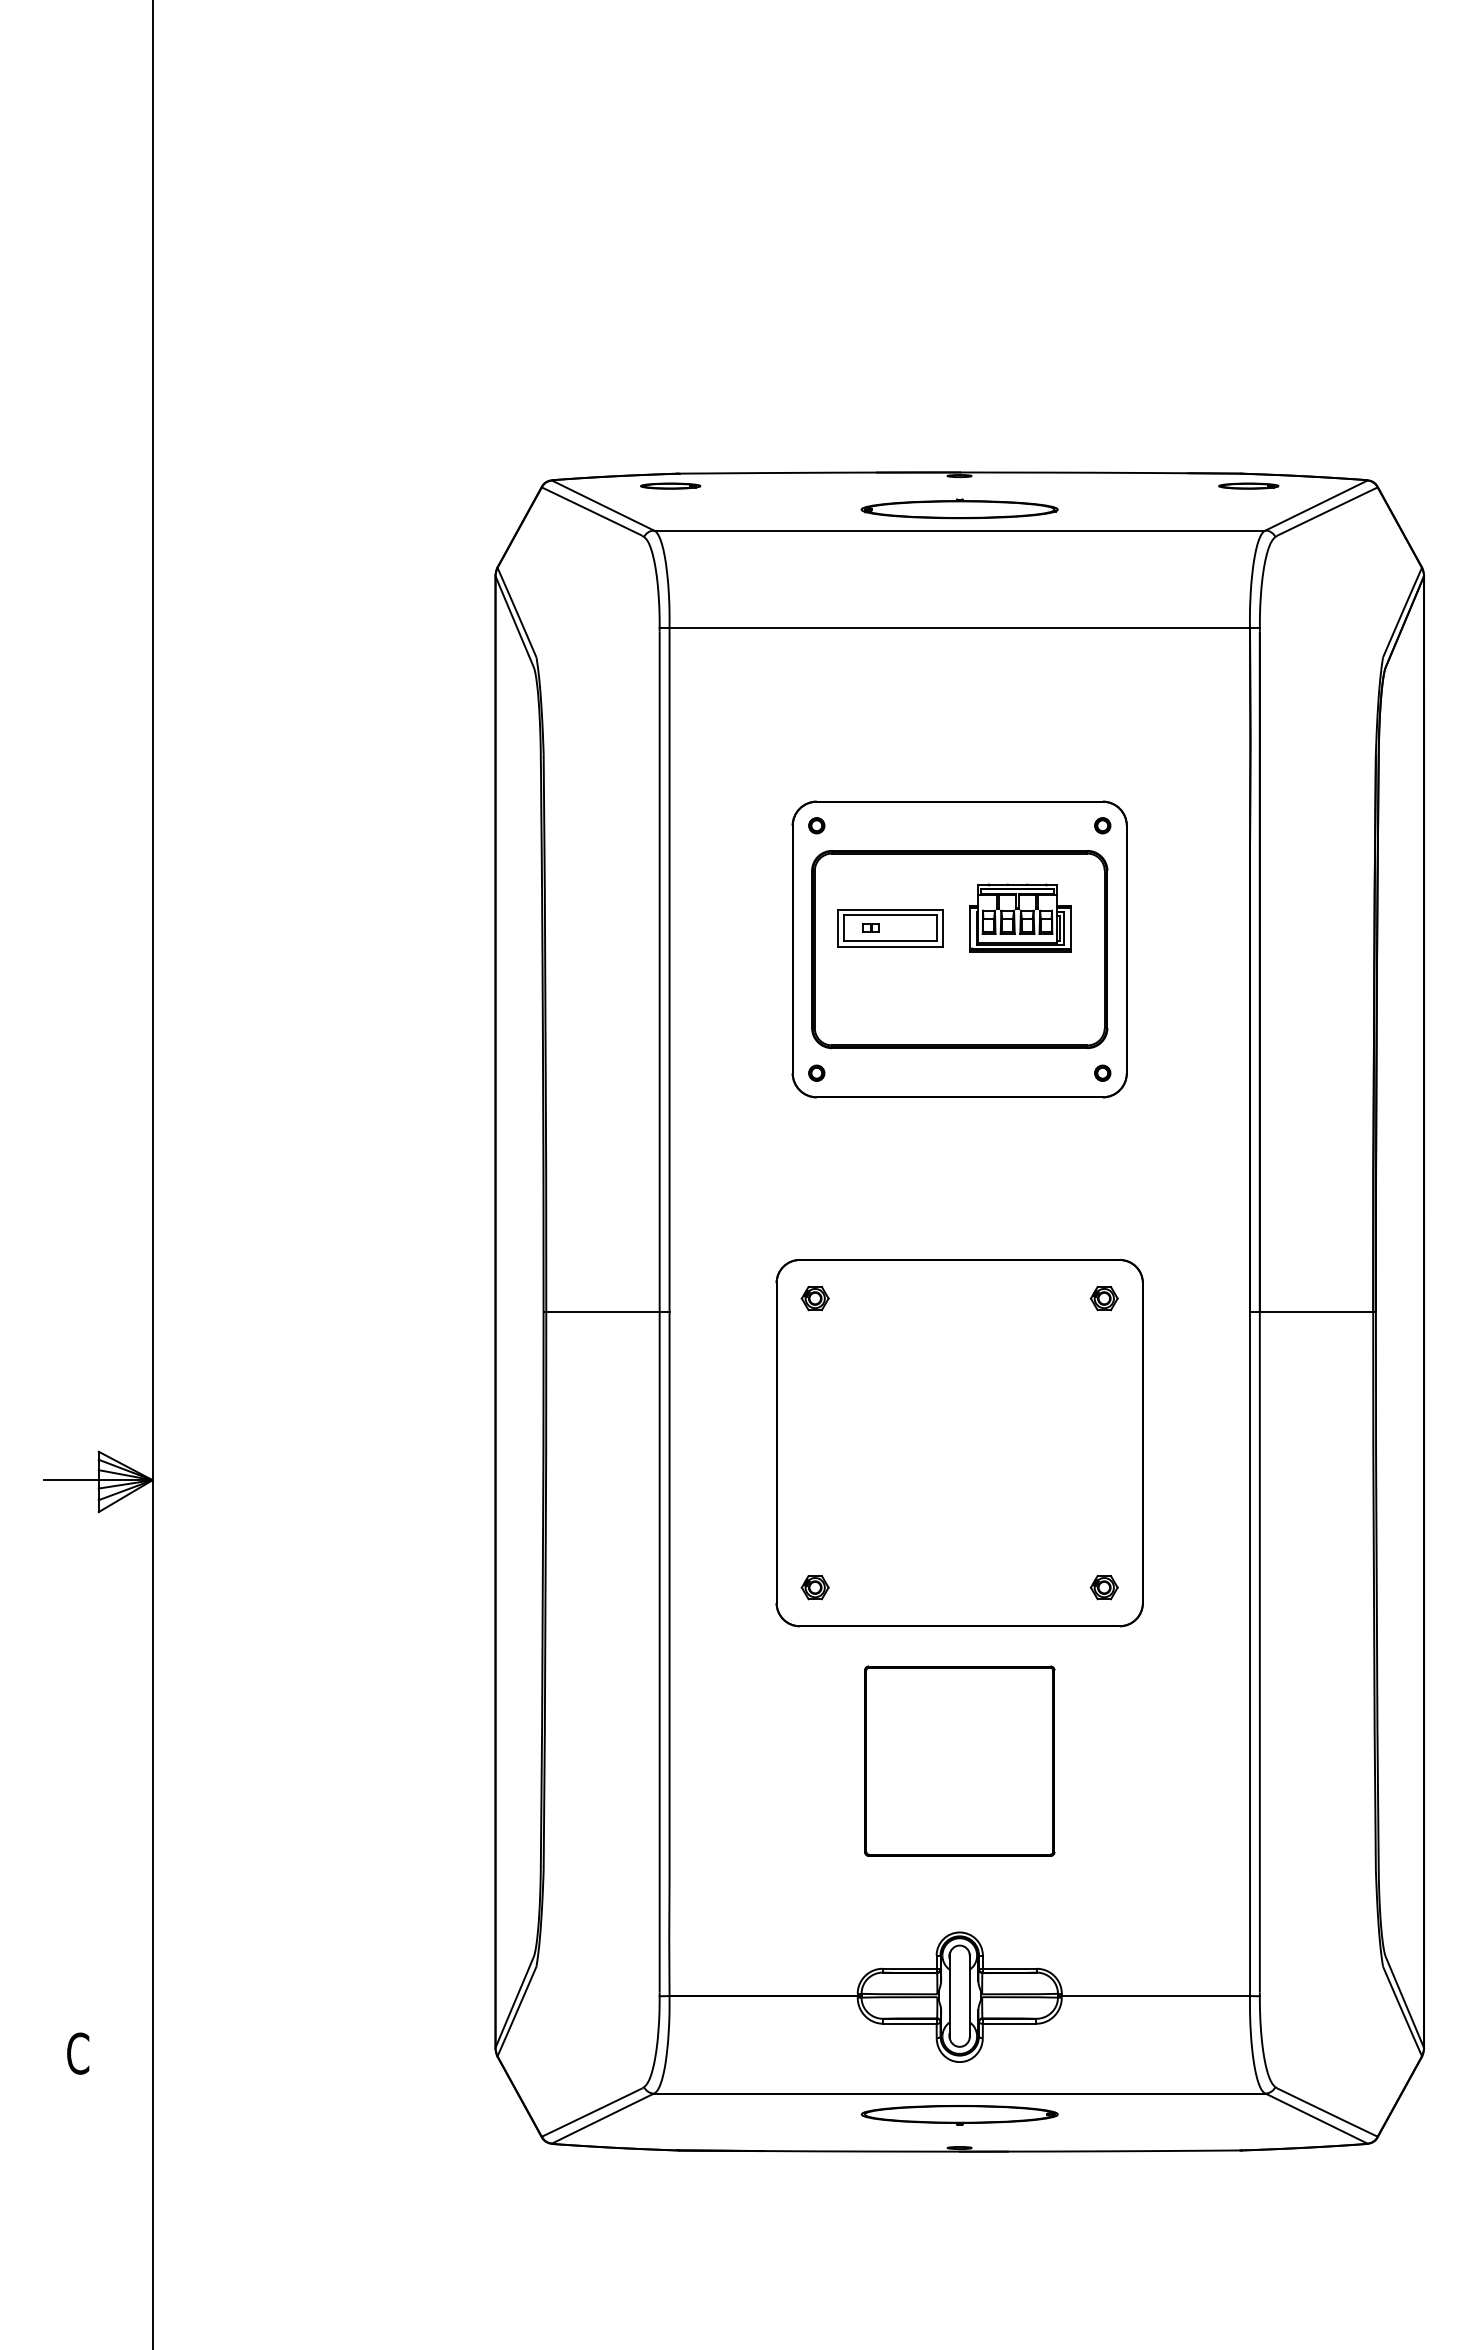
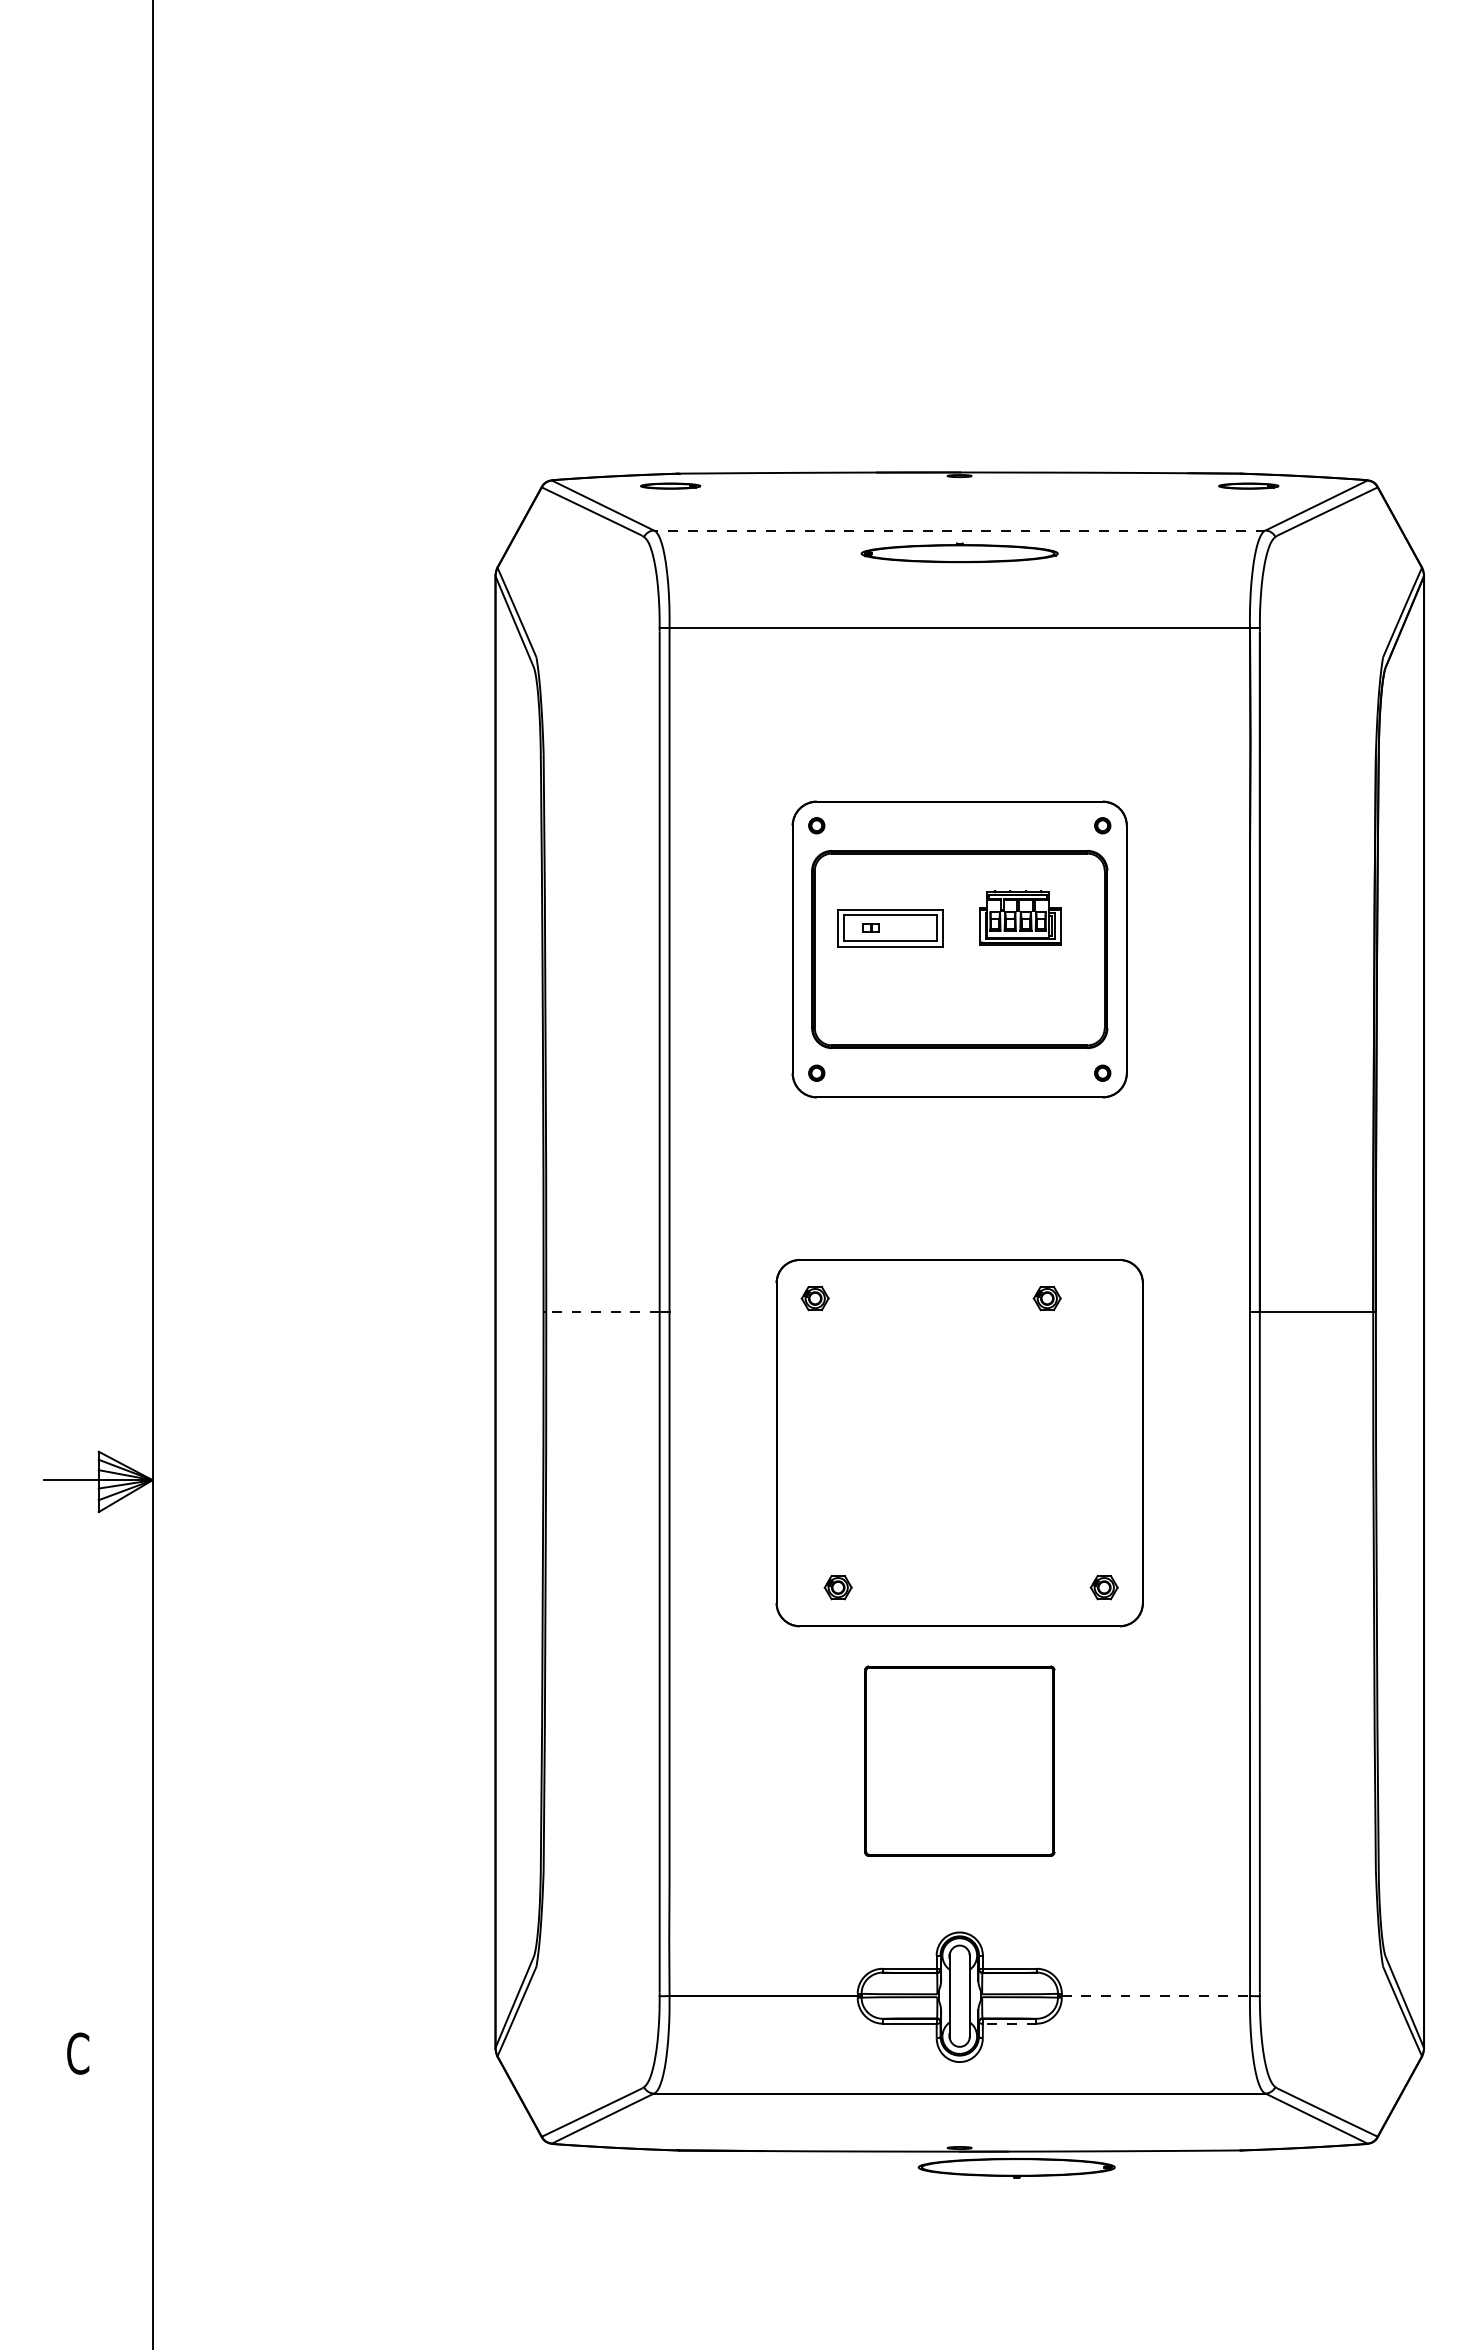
part at (959, 508) position: (959, 508) -> (959, 552)
line at (959, 530): solid -> dashed
part at (1020, 917) size: 103x70 px -> 83x56 px
part at (1103, 1298) position: (1103, 1298) -> (1046, 1298)
line at (602, 1312): solid -> dashed
part at (814, 1587) position: (814, 1587) -> (837, 1587)
line at (1156, 1996): solid -> dashed
line at (1009, 2023): solid -> dashed
part at (959, 2115) position: (959, 2115) -> (1016, 2168)
